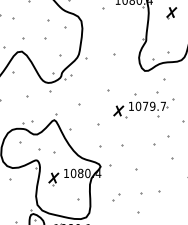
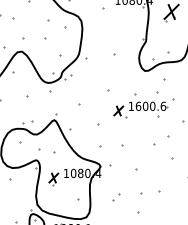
part at (171, 13) size: 12x13 px -> 17x20 px
text at (151, 105): 1079.7 -> 1600.6
